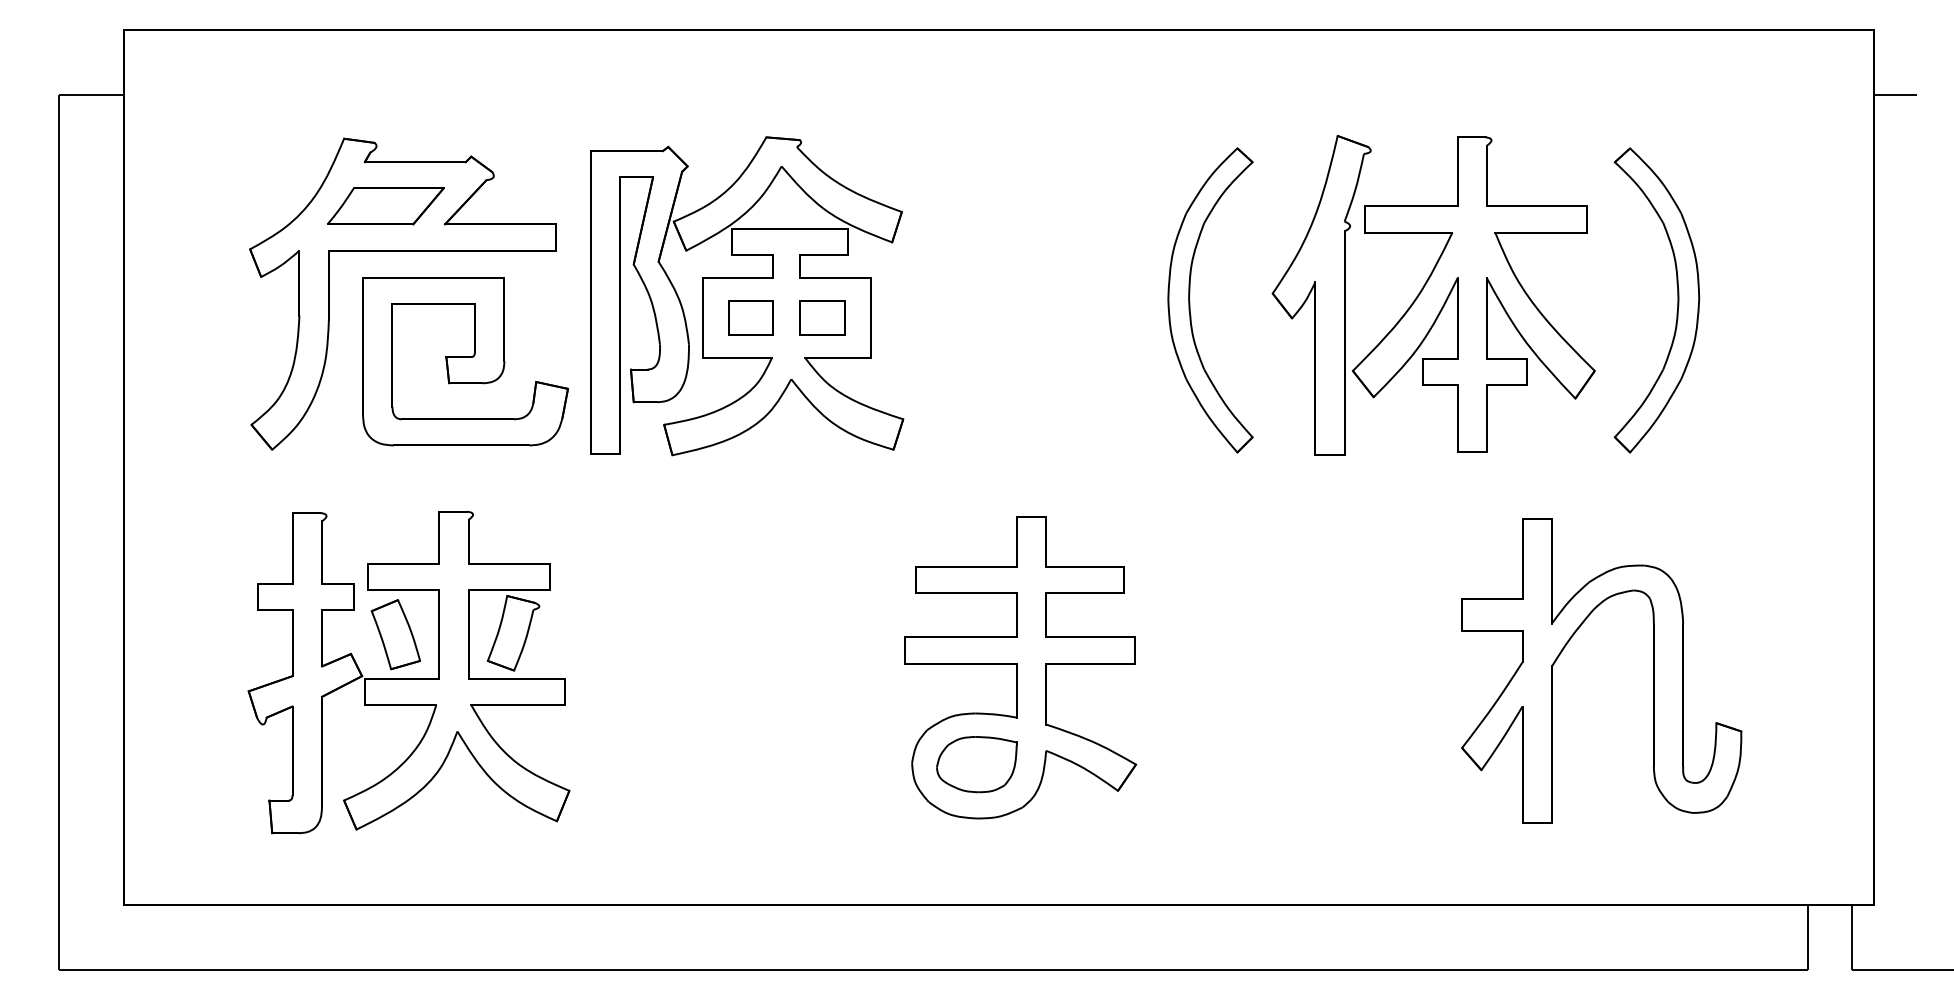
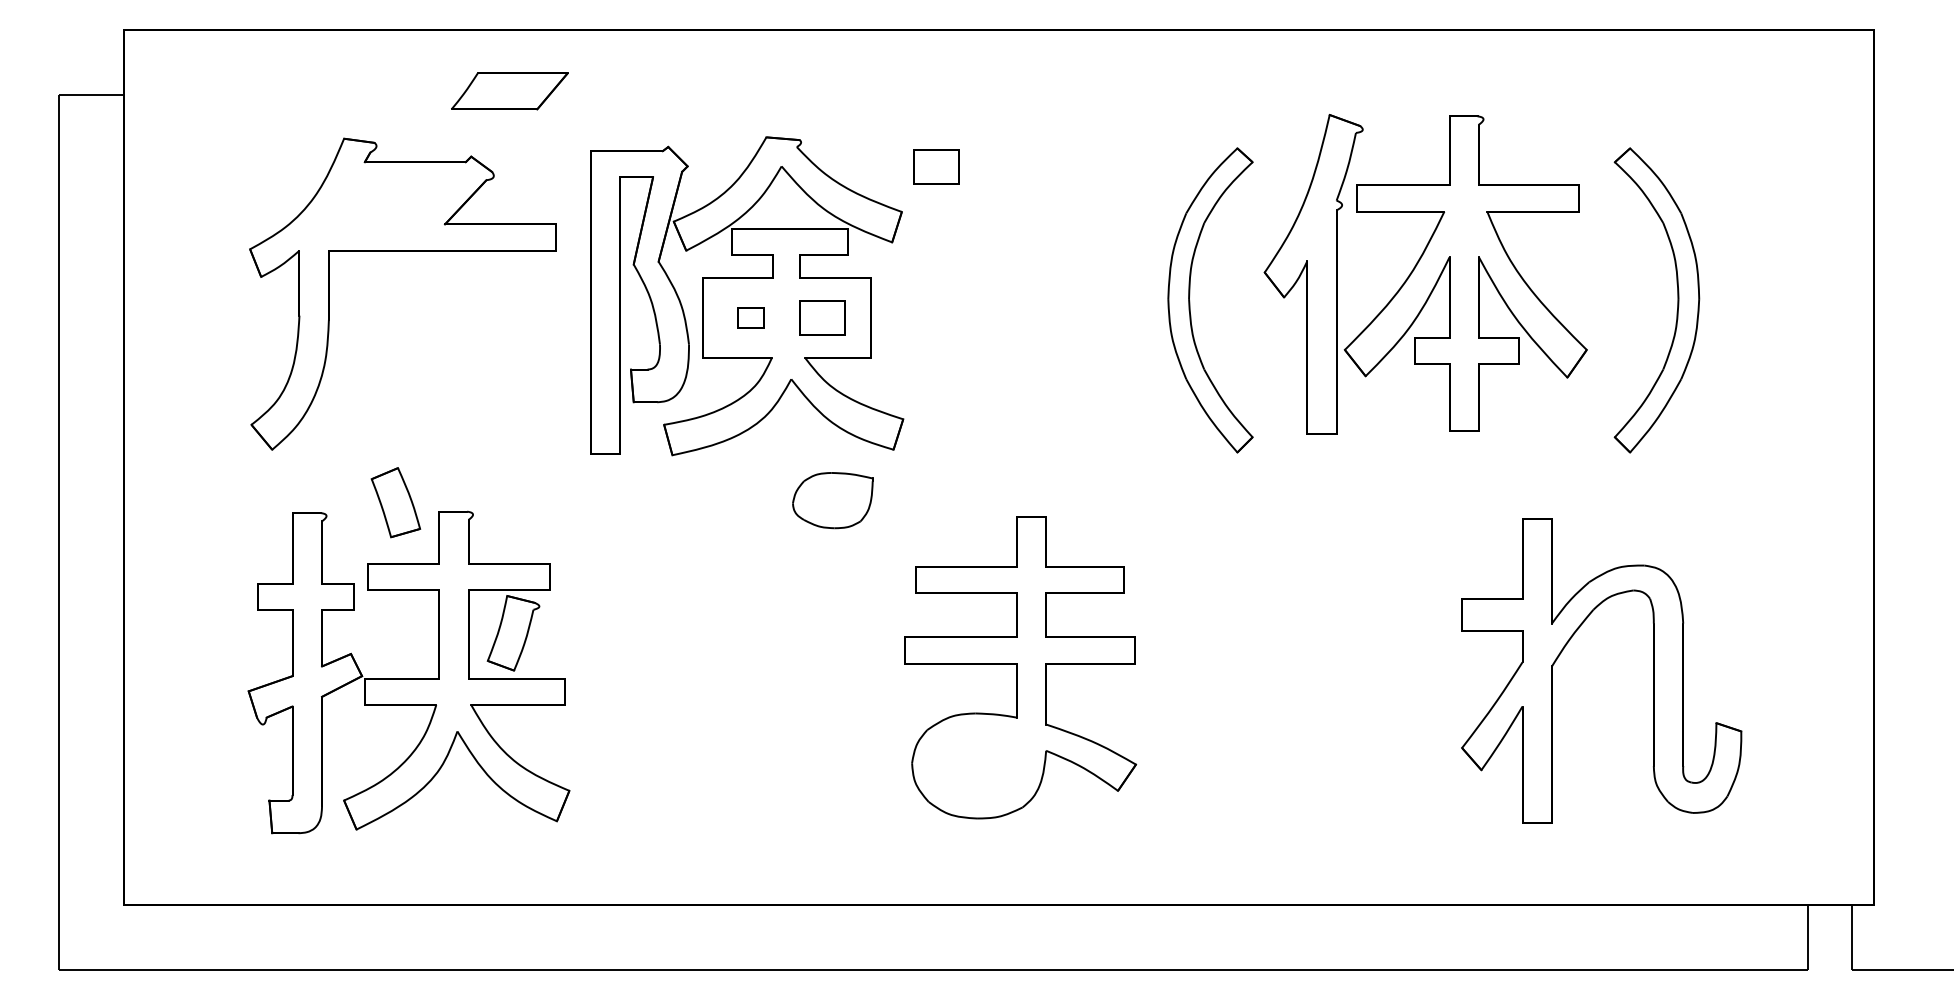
line at (1895, 95): present -> none
part at (936, 166): none -> present
part at (385, 206) position: (385, 206) -> (509, 91)
part at (1433, 295) position: (1433, 295) -> (1425, 274)
part at (750, 317) size: 46x36 px -> 28x22 px
part at (465, 361): present -> none
part at (395, 634) position: (395, 634) -> (395, 502)
part at (976, 764) position: (976, 764) -> (832, 500)
